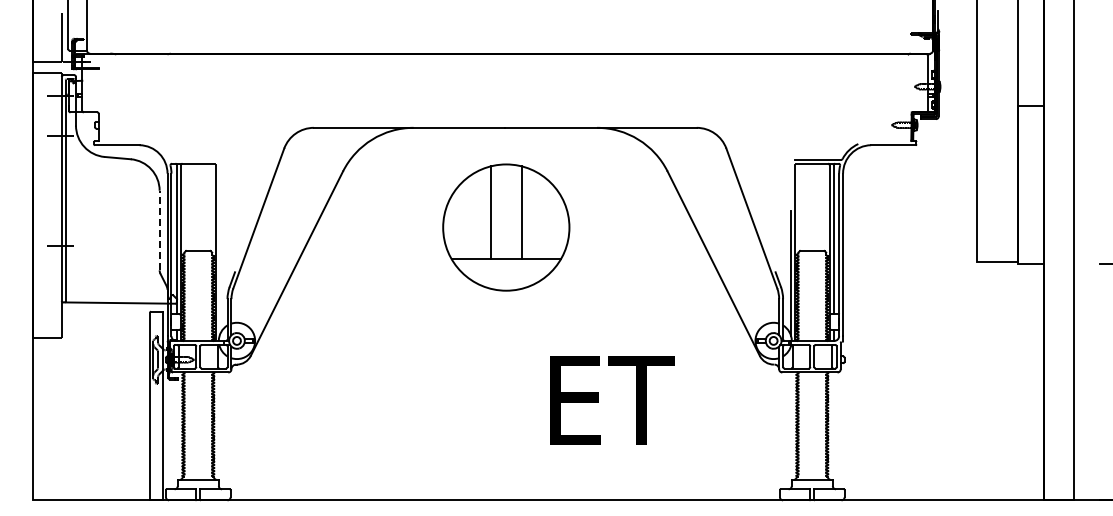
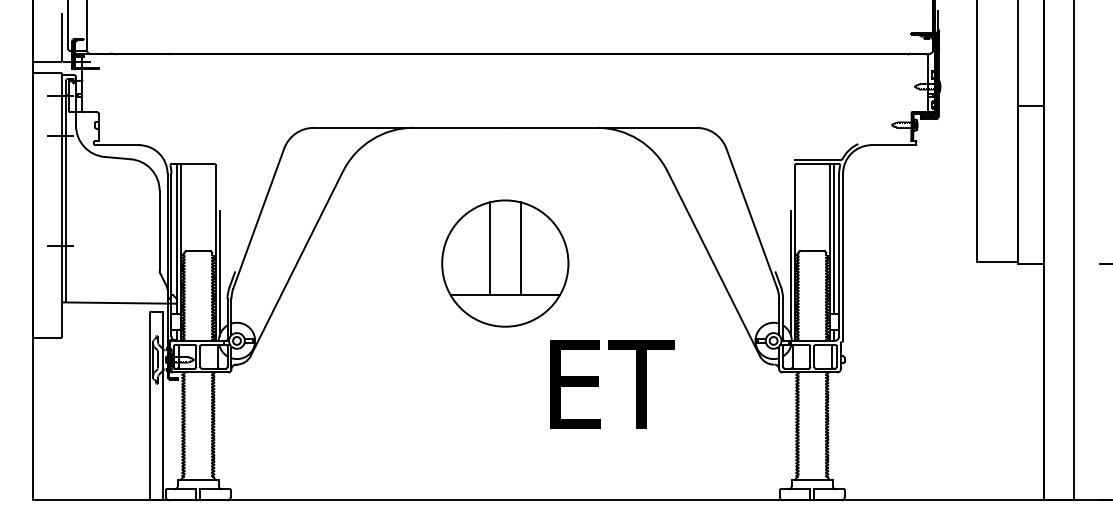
part at (506, 227) position: (506, 227) -> (505, 263)
line at (159, 230): dashed -> solid
line at (219, 273): none -> present
text at (612, 400) position: (612, 400) -> (612, 384)
